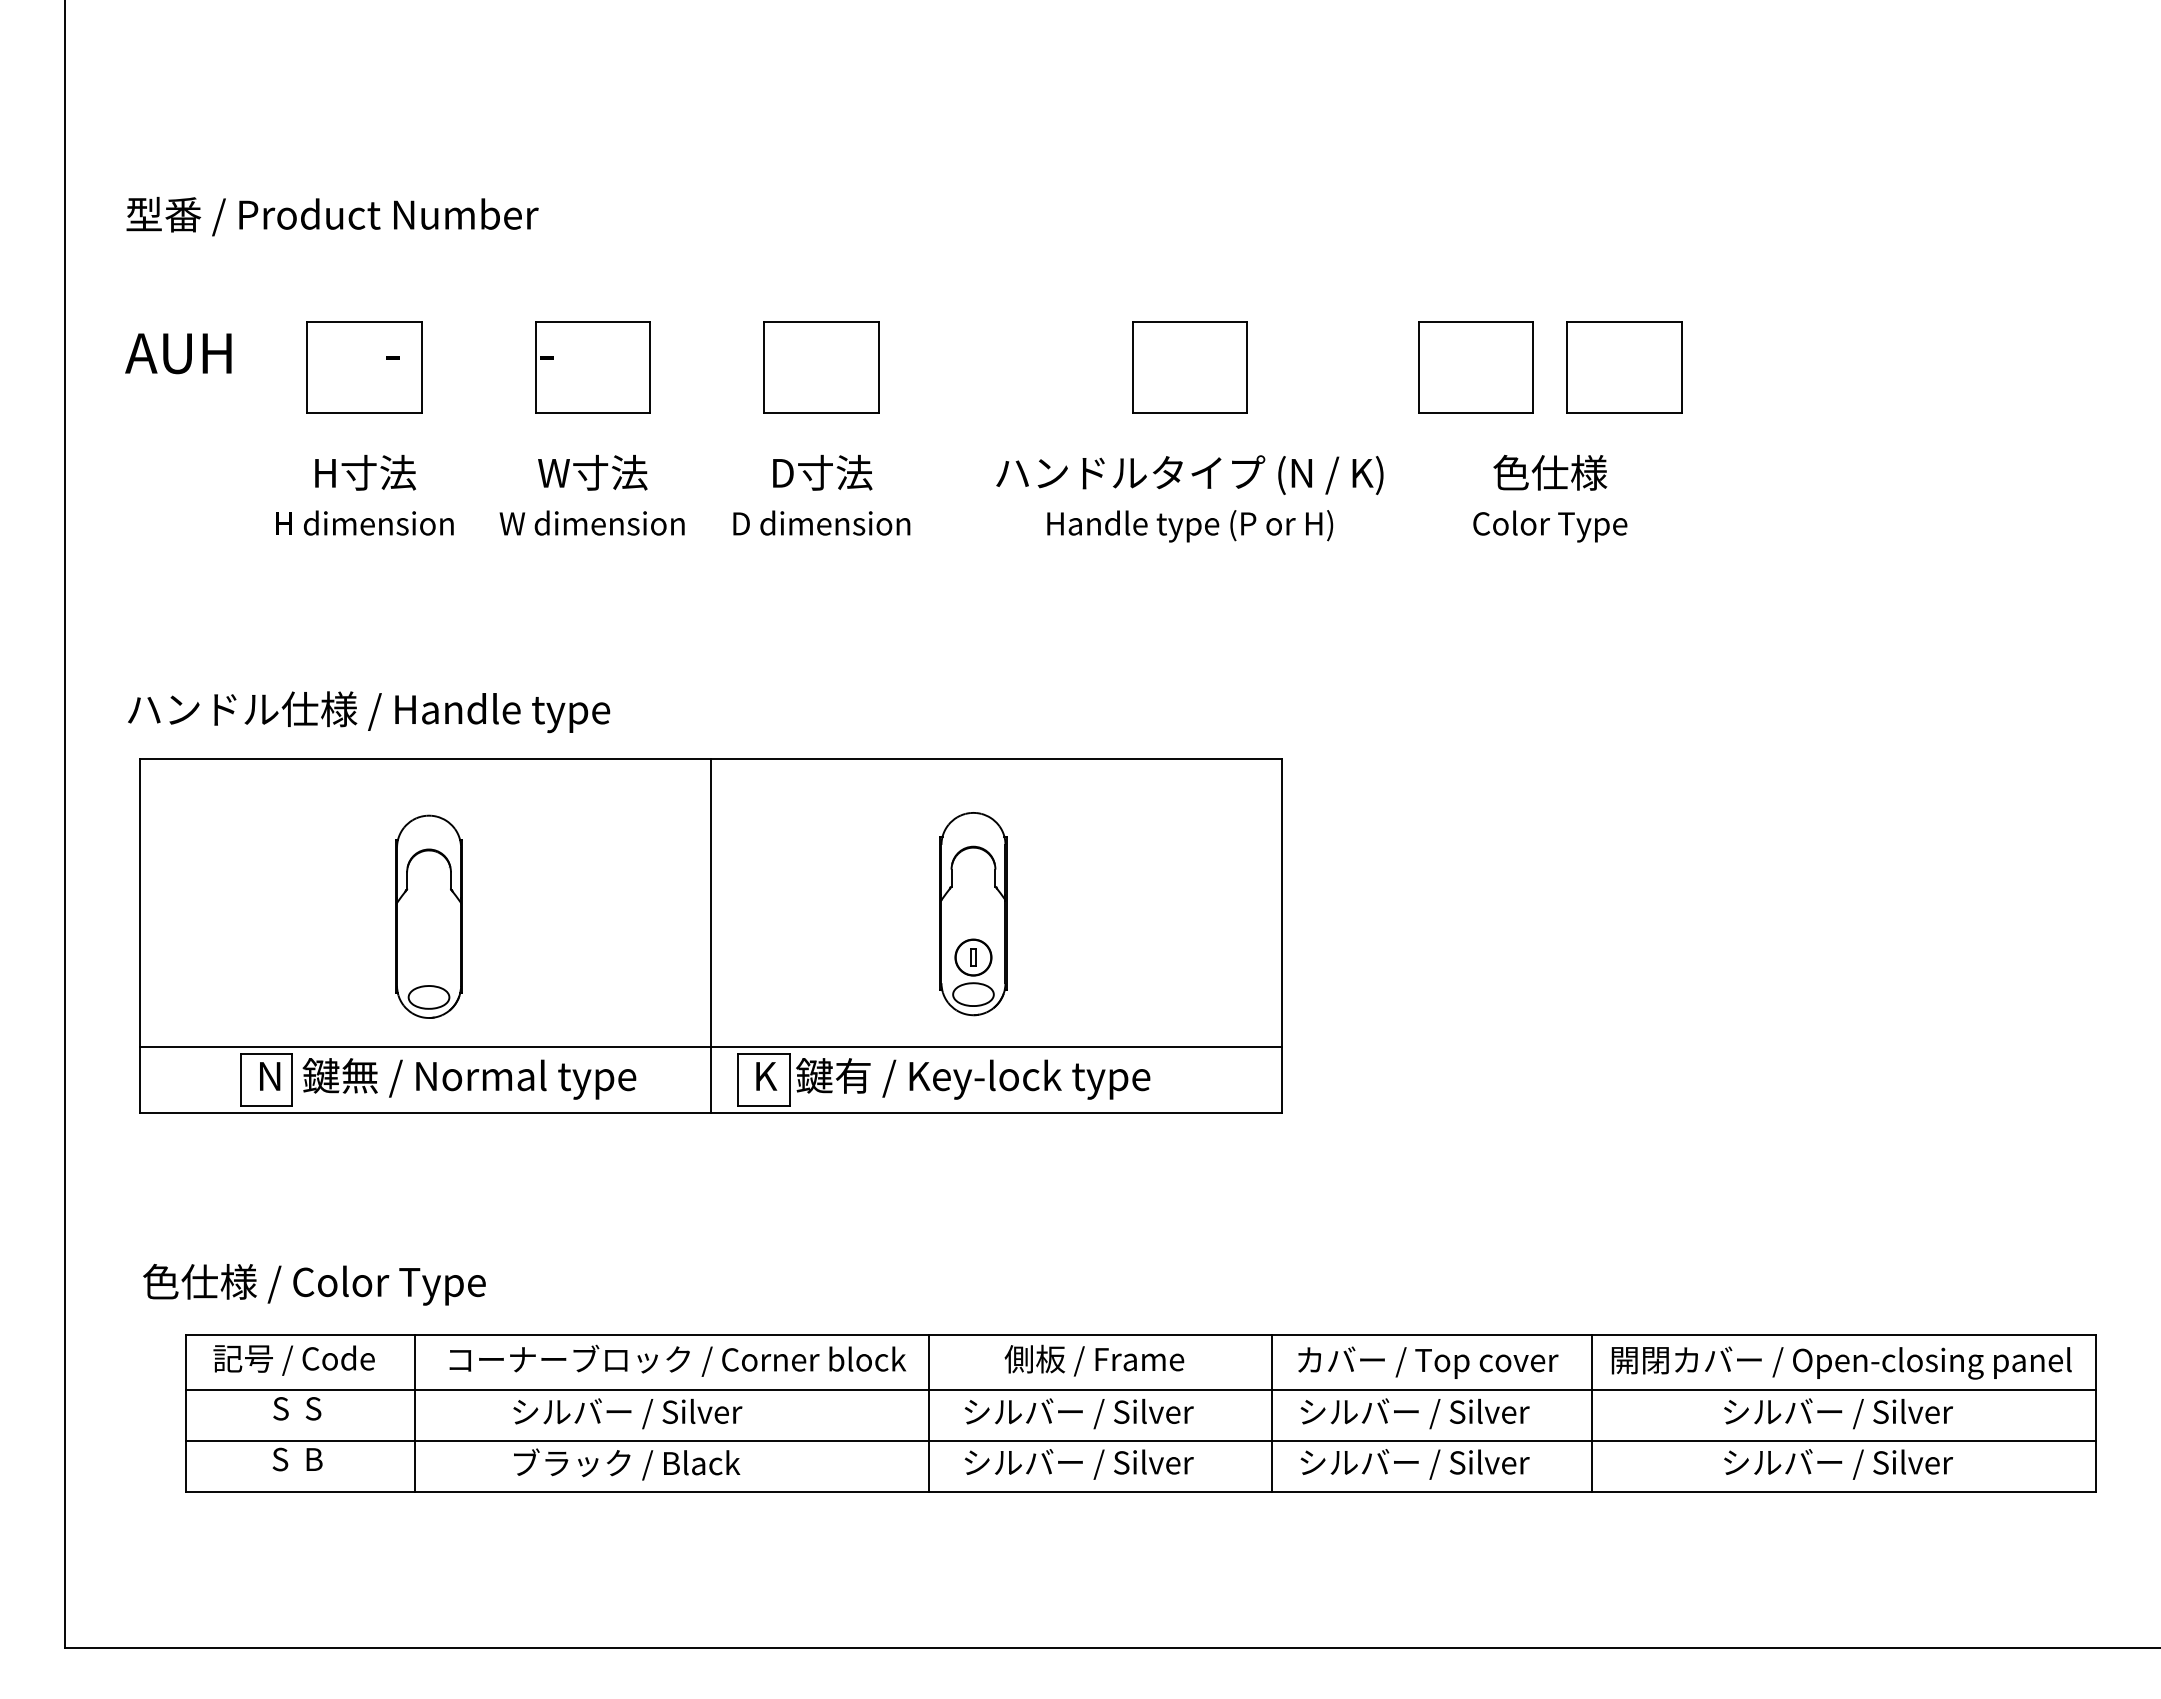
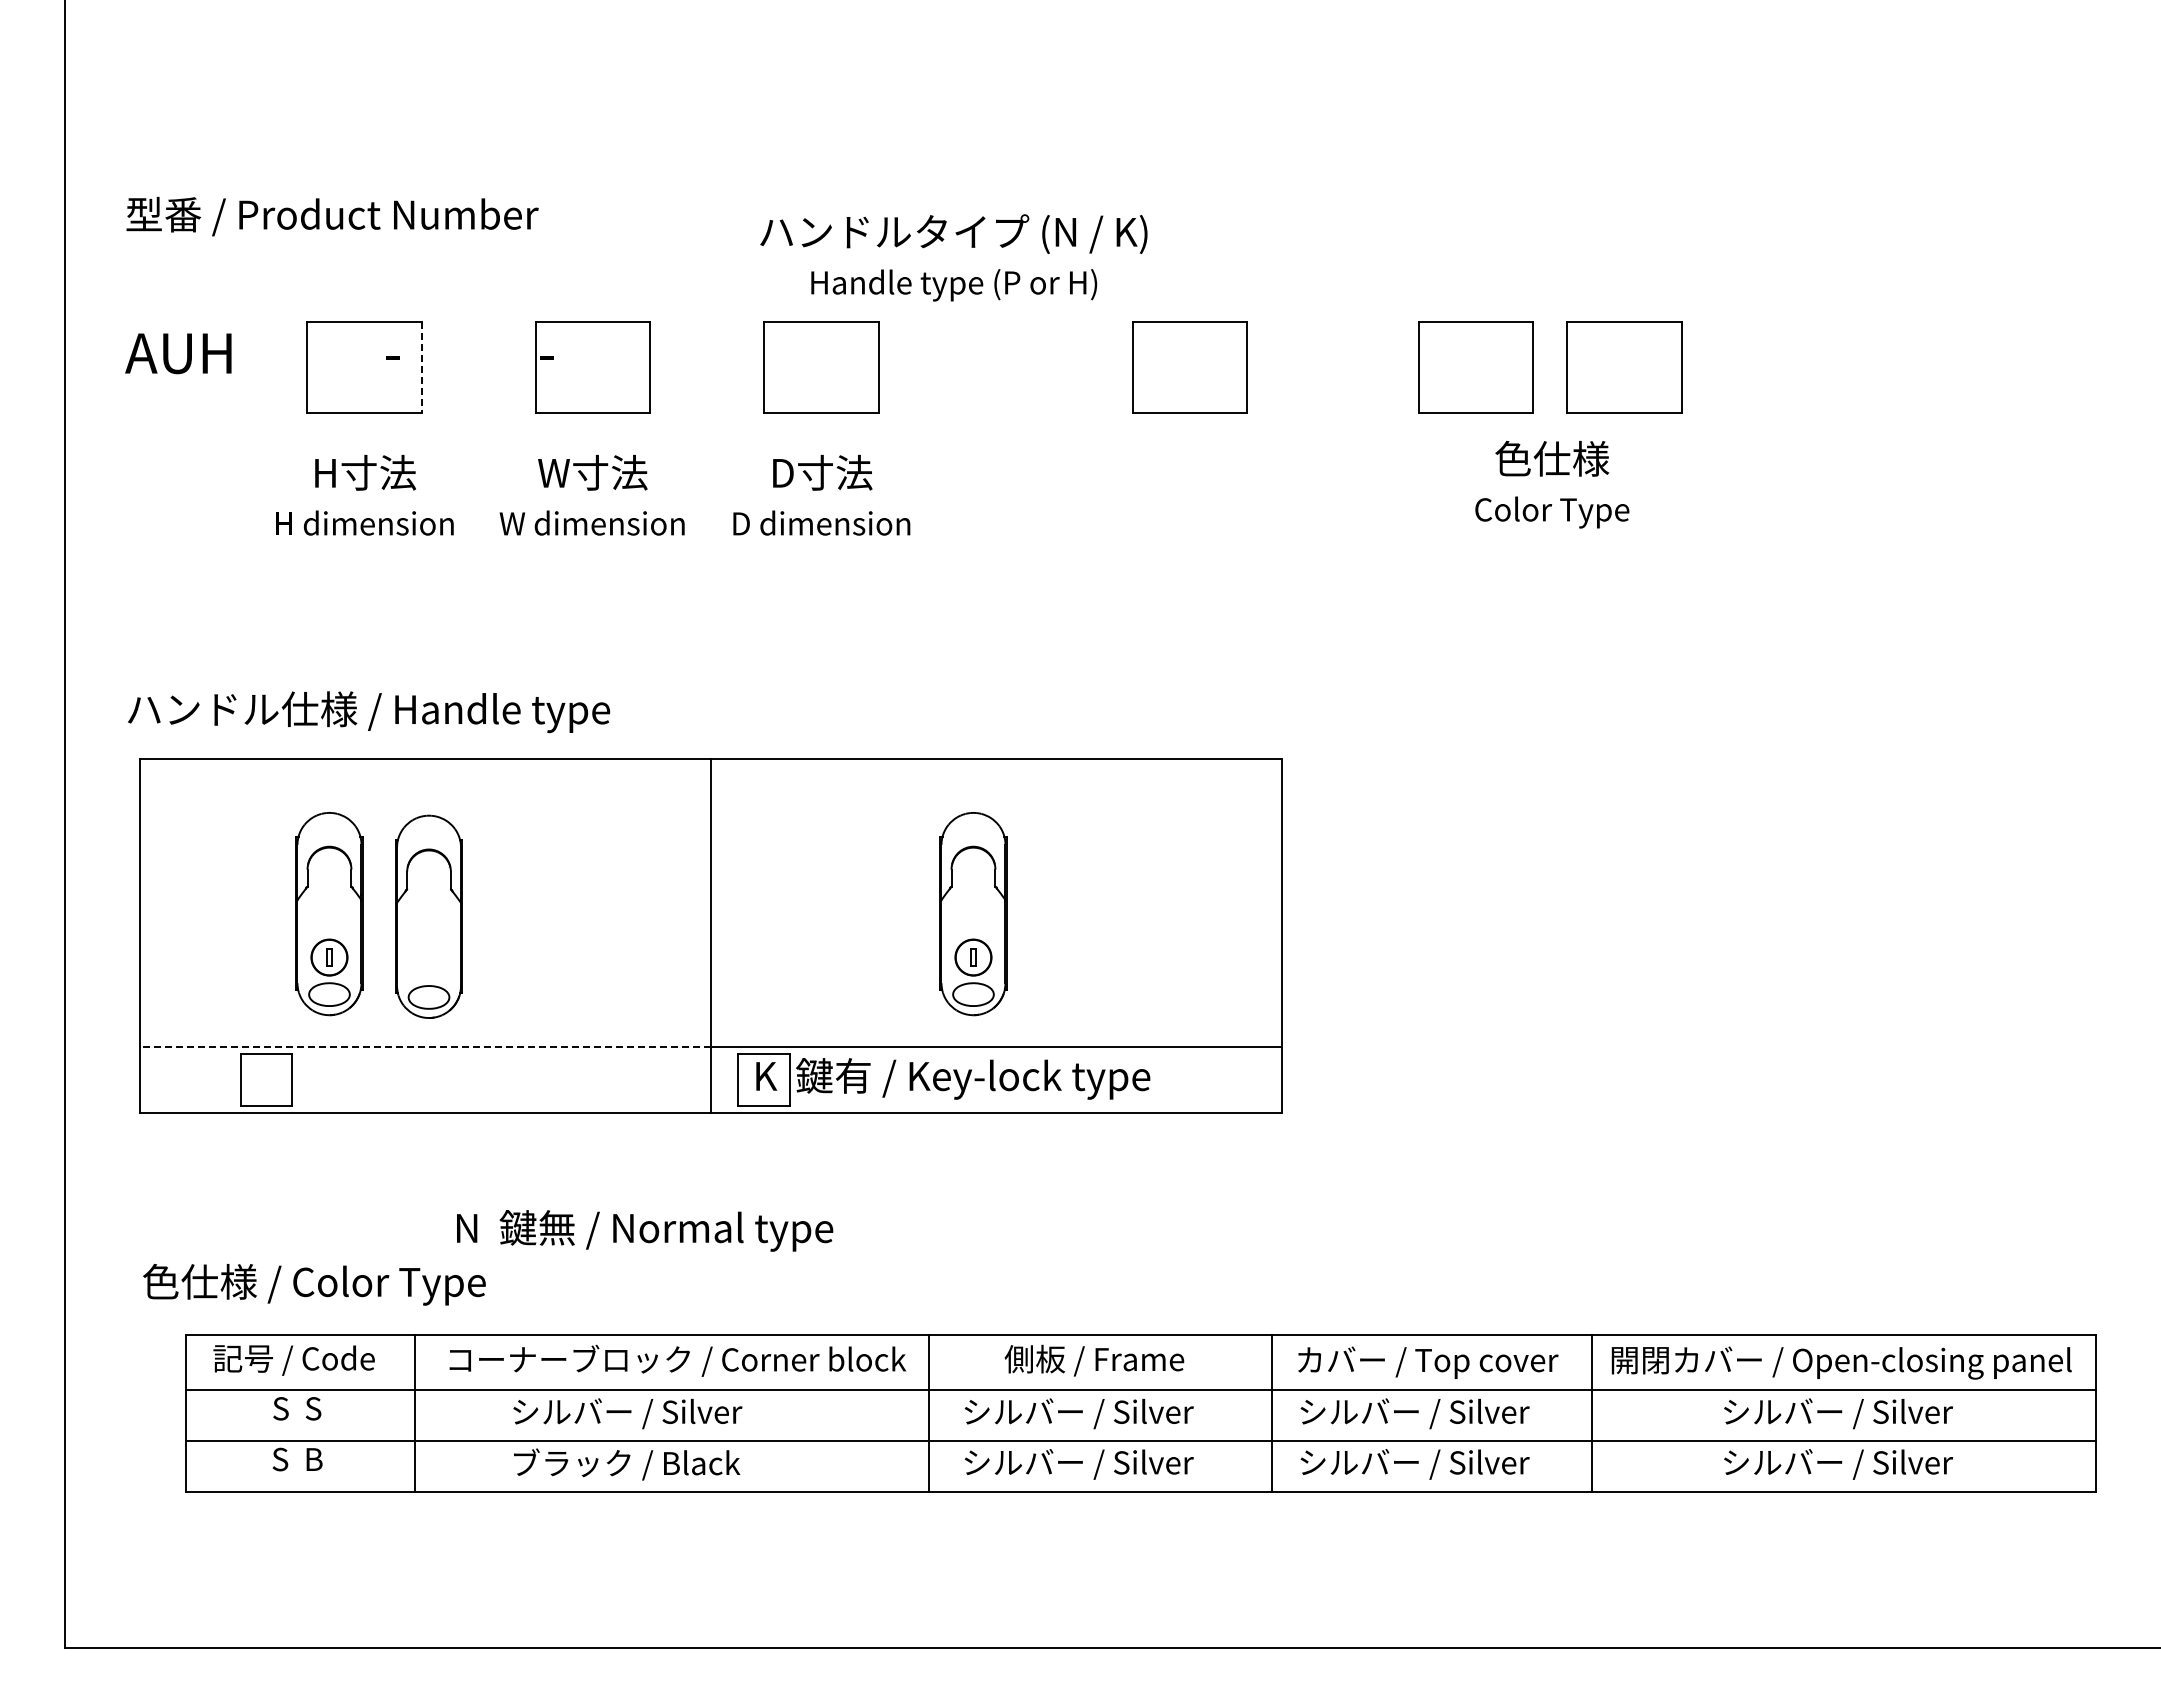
line at (421, 367): solid -> dashed
text at (1189, 498) position: (1189, 498) -> (953, 257)
text at (1550, 498) position: (1550, 498) -> (1552, 484)
part at (329, 914): none -> present
line at (425, 1047): solid -> dashed
text at (448, 1078) position: (448, 1078) -> (645, 1230)
